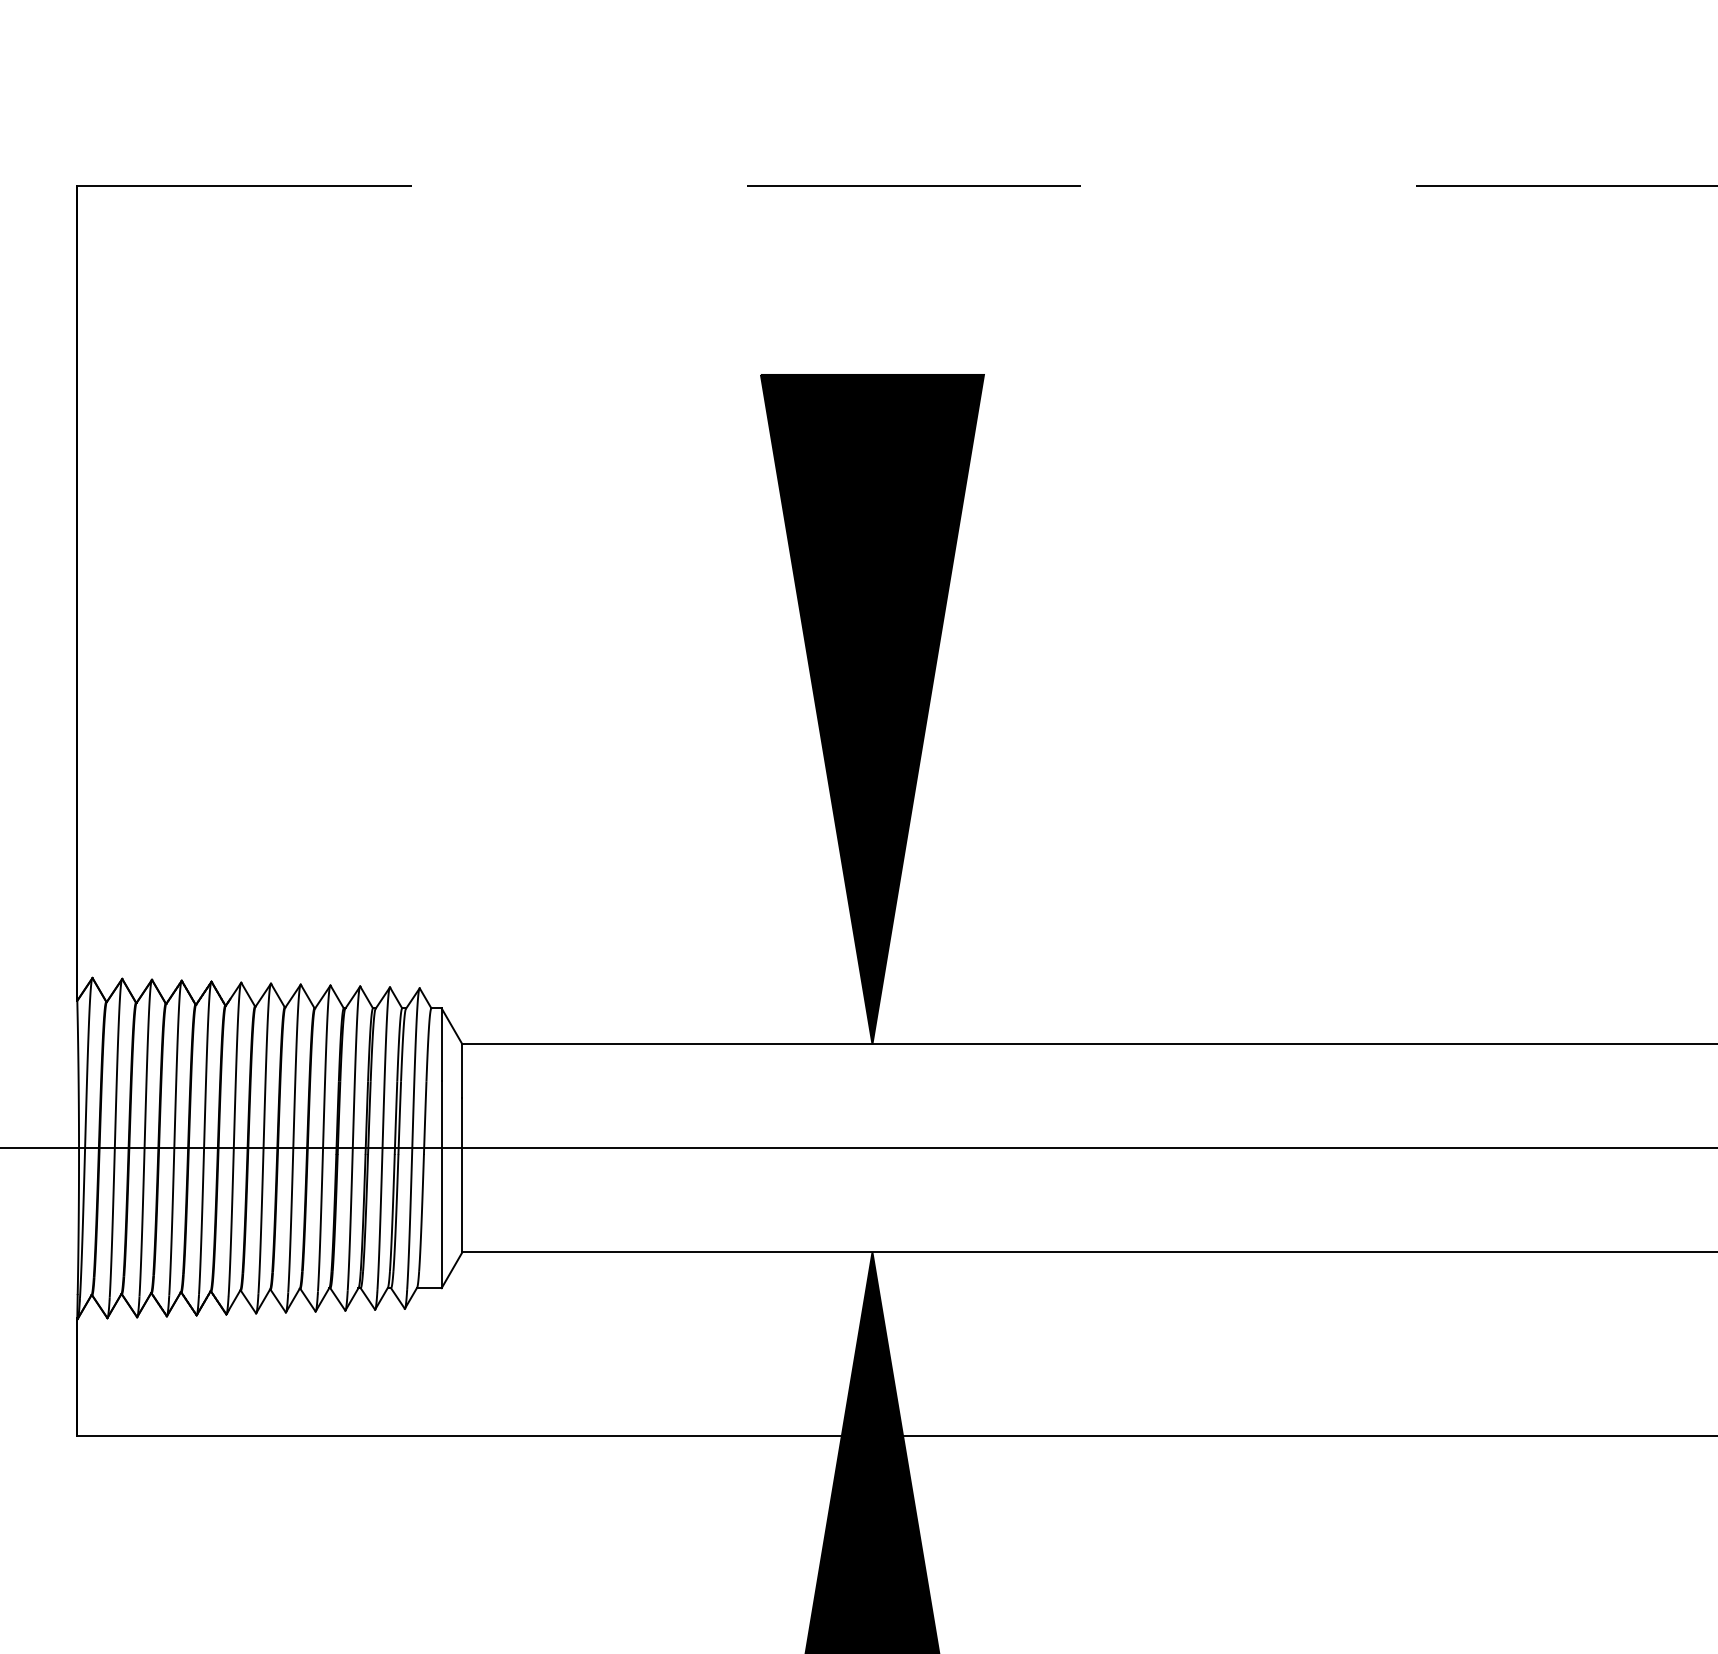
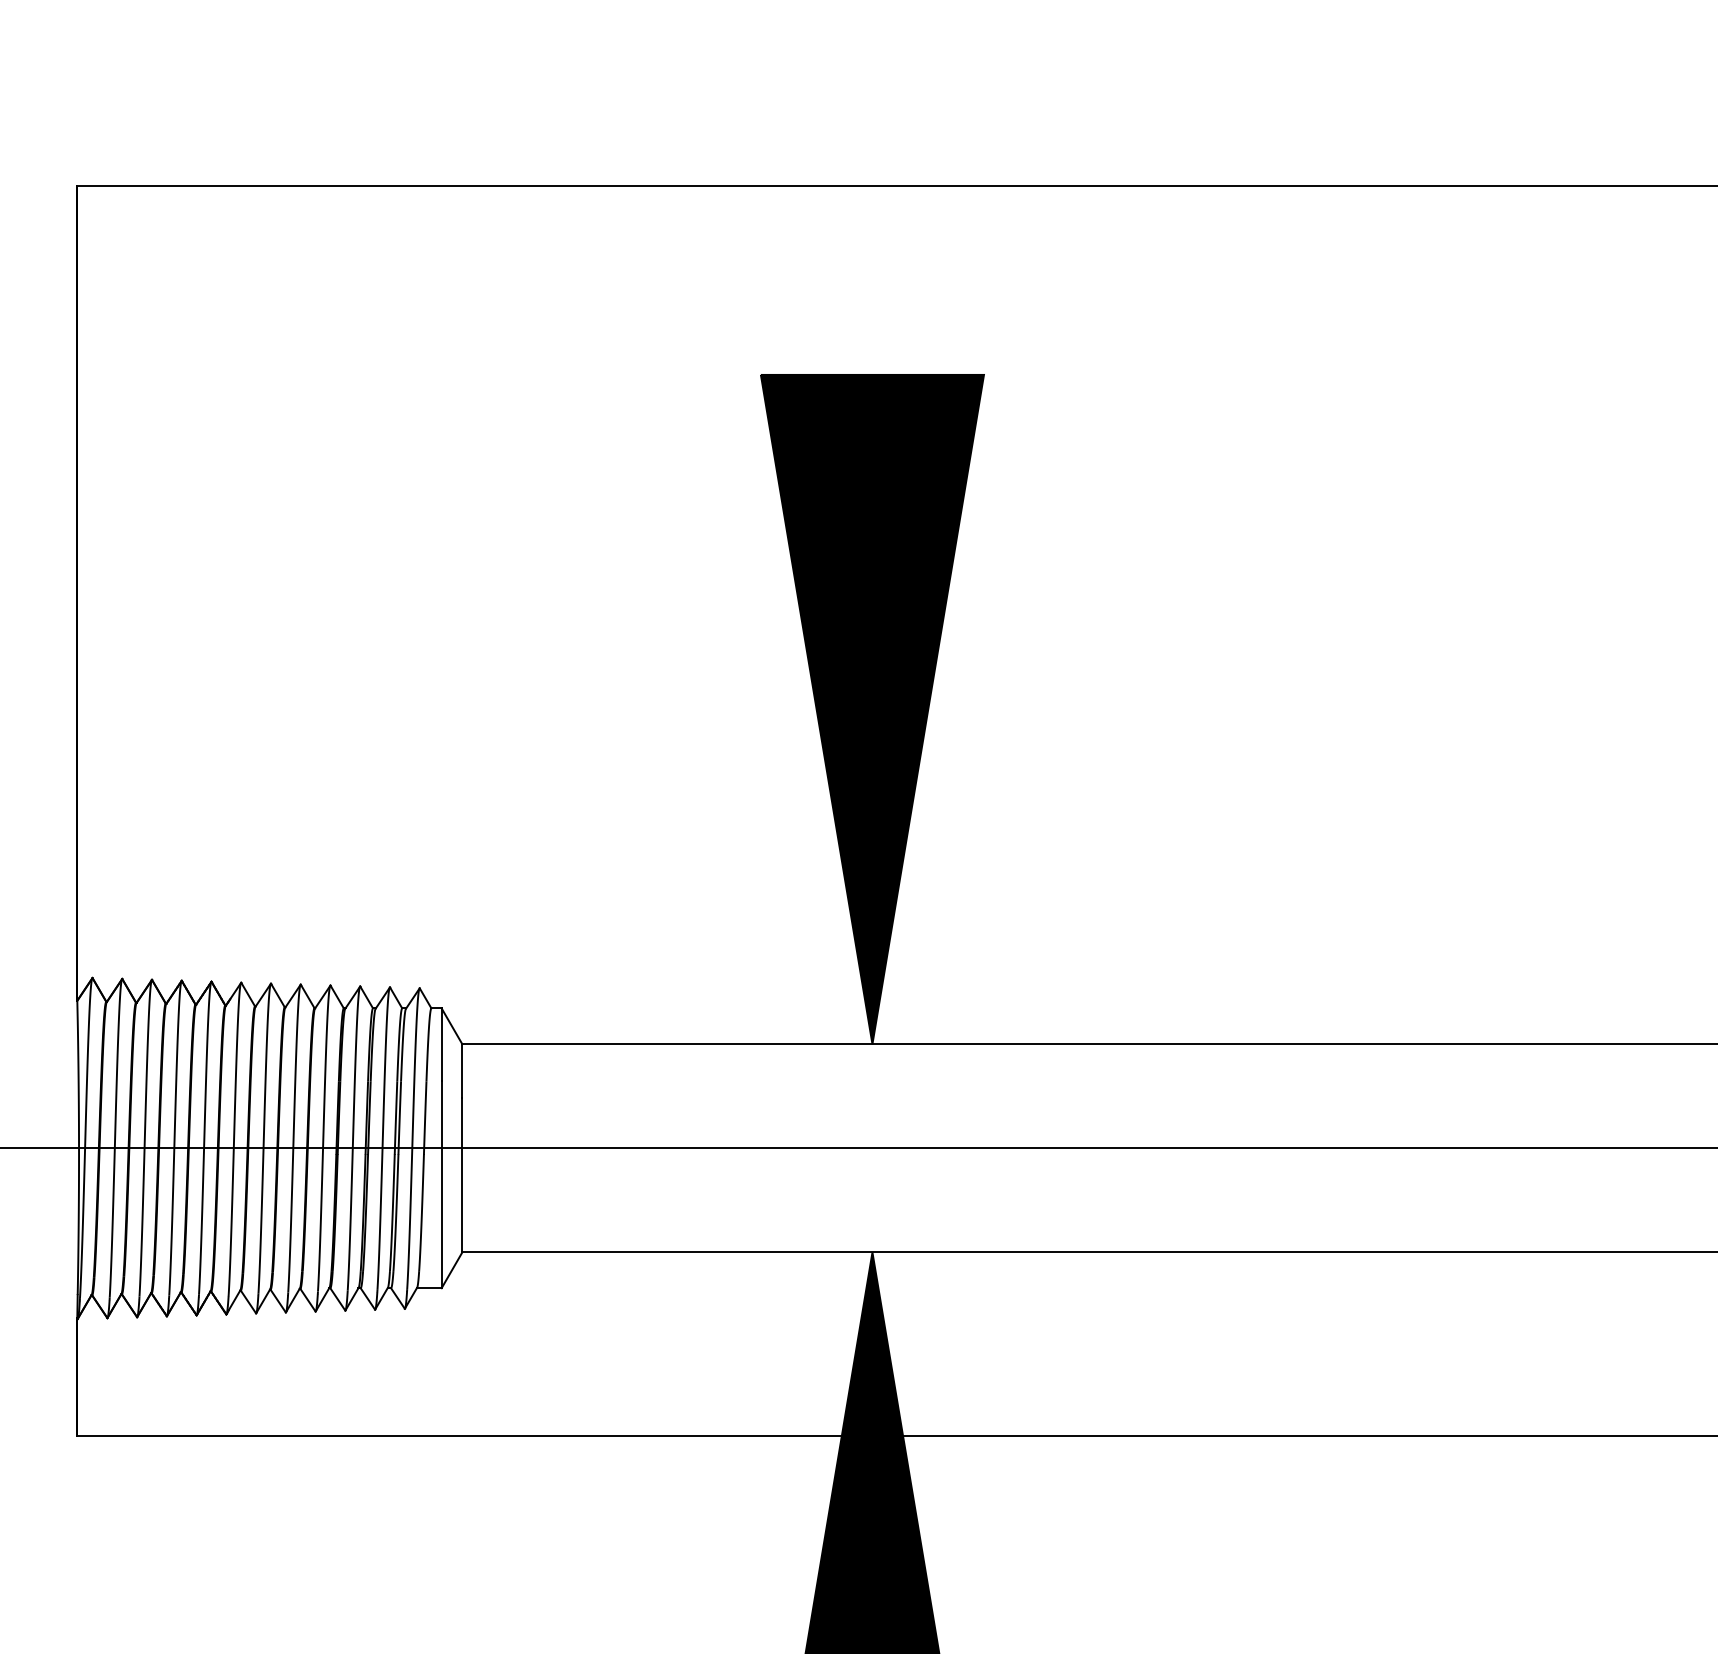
line at (898, 186): dashed -> solid
